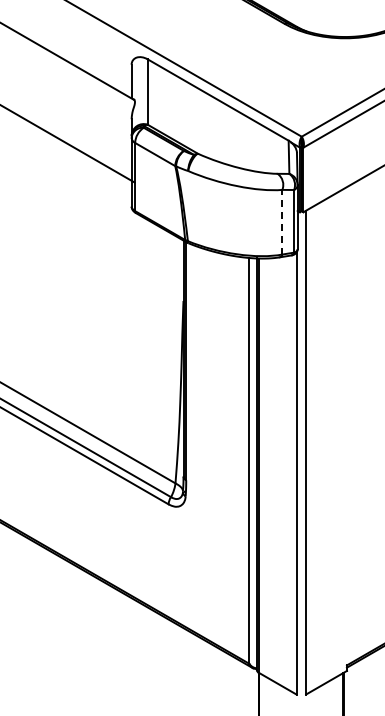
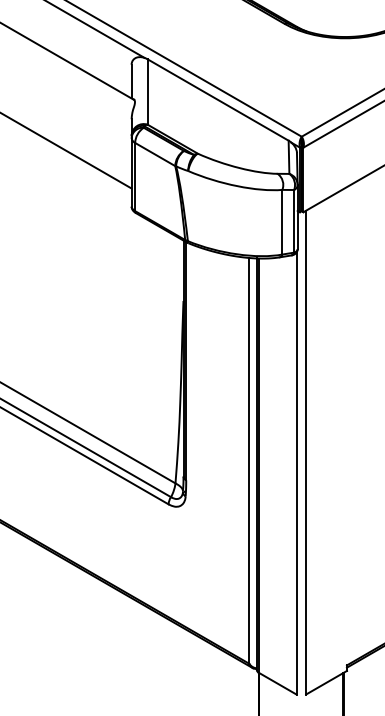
line at (96, 29): none -> present
line at (68, 144) position: (68, 144) -> (66, 151)
line at (282, 221): dashed -> solid
